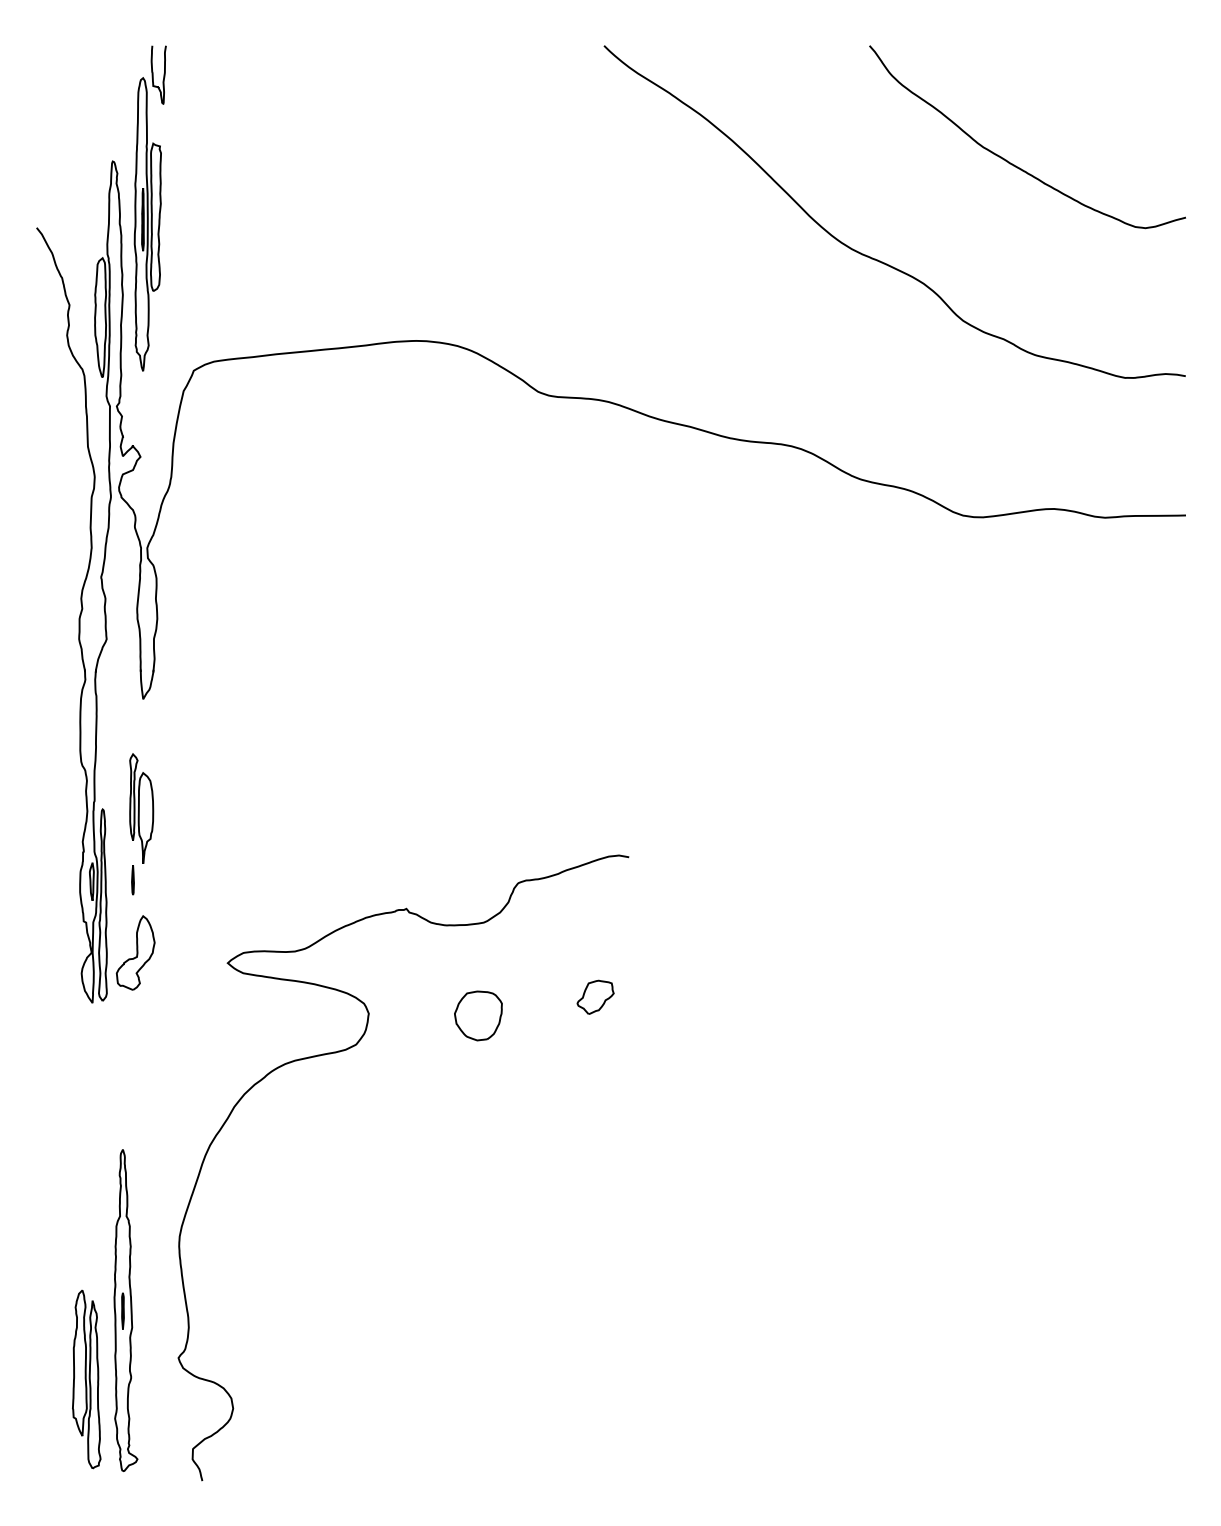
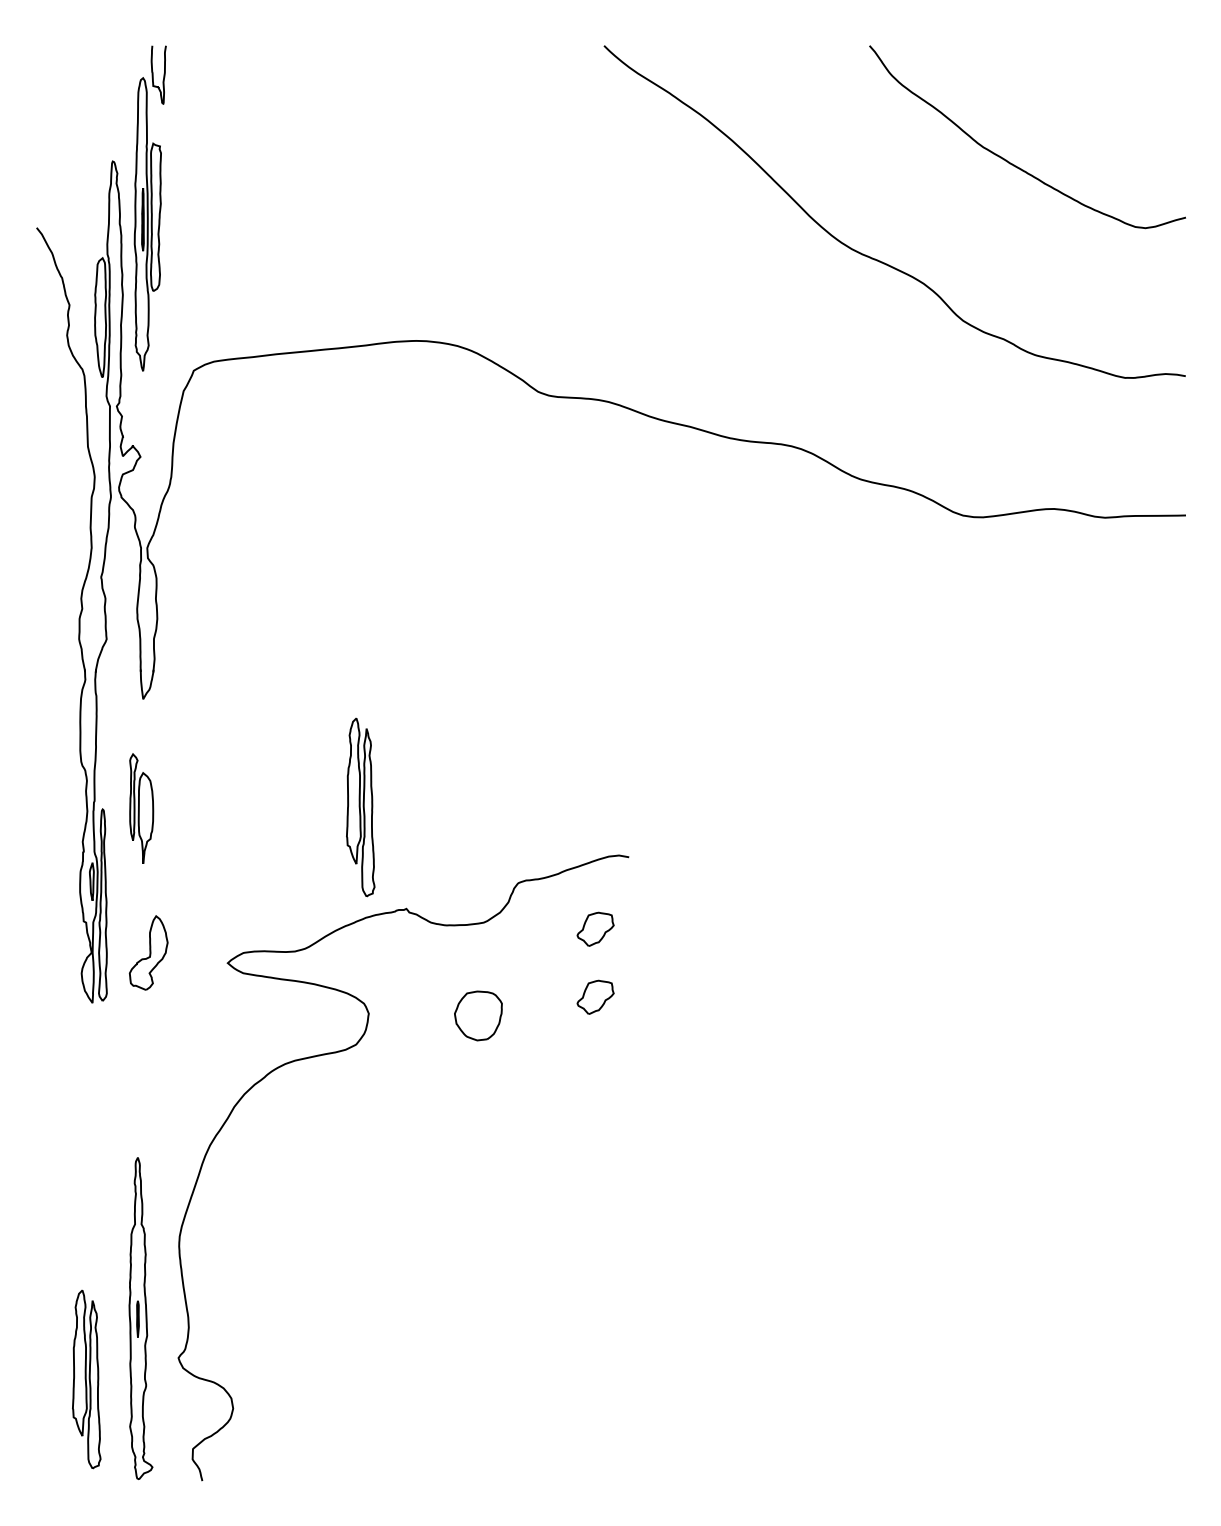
part at (360, 807): none -> present
line at (132, 880): present -> none
part at (595, 928): none -> present
part at (135, 952) position: (135, 952) -> (148, 952)
part at (125, 1310) position: (125, 1310) -> (140, 1318)
